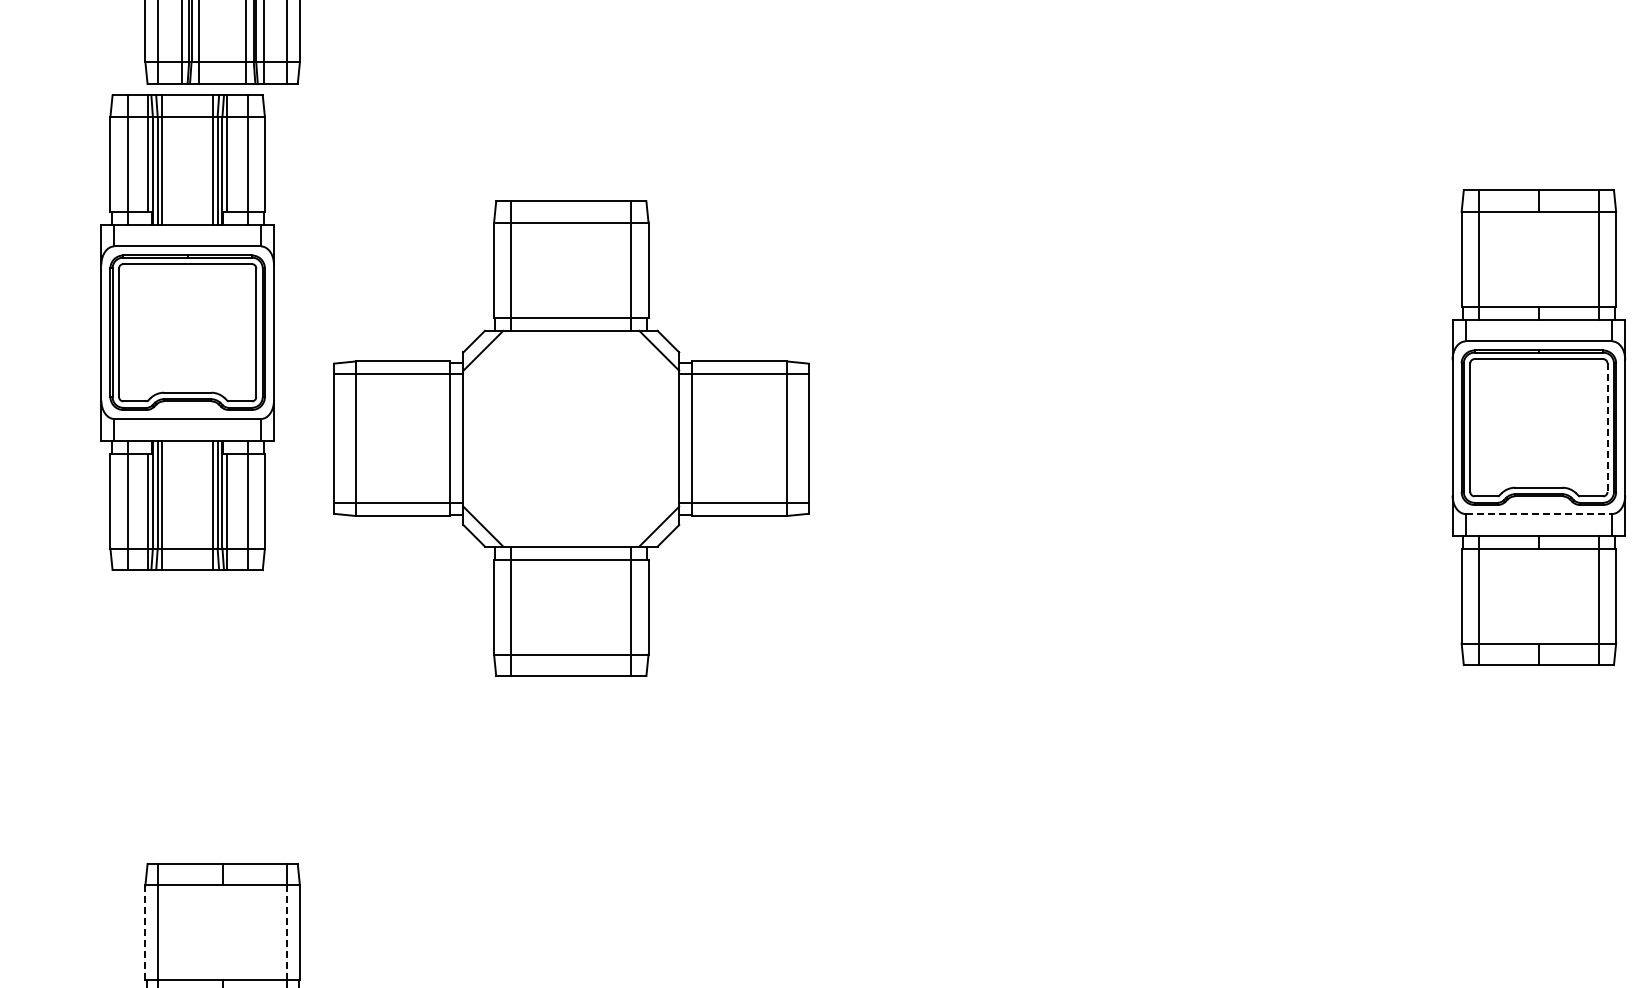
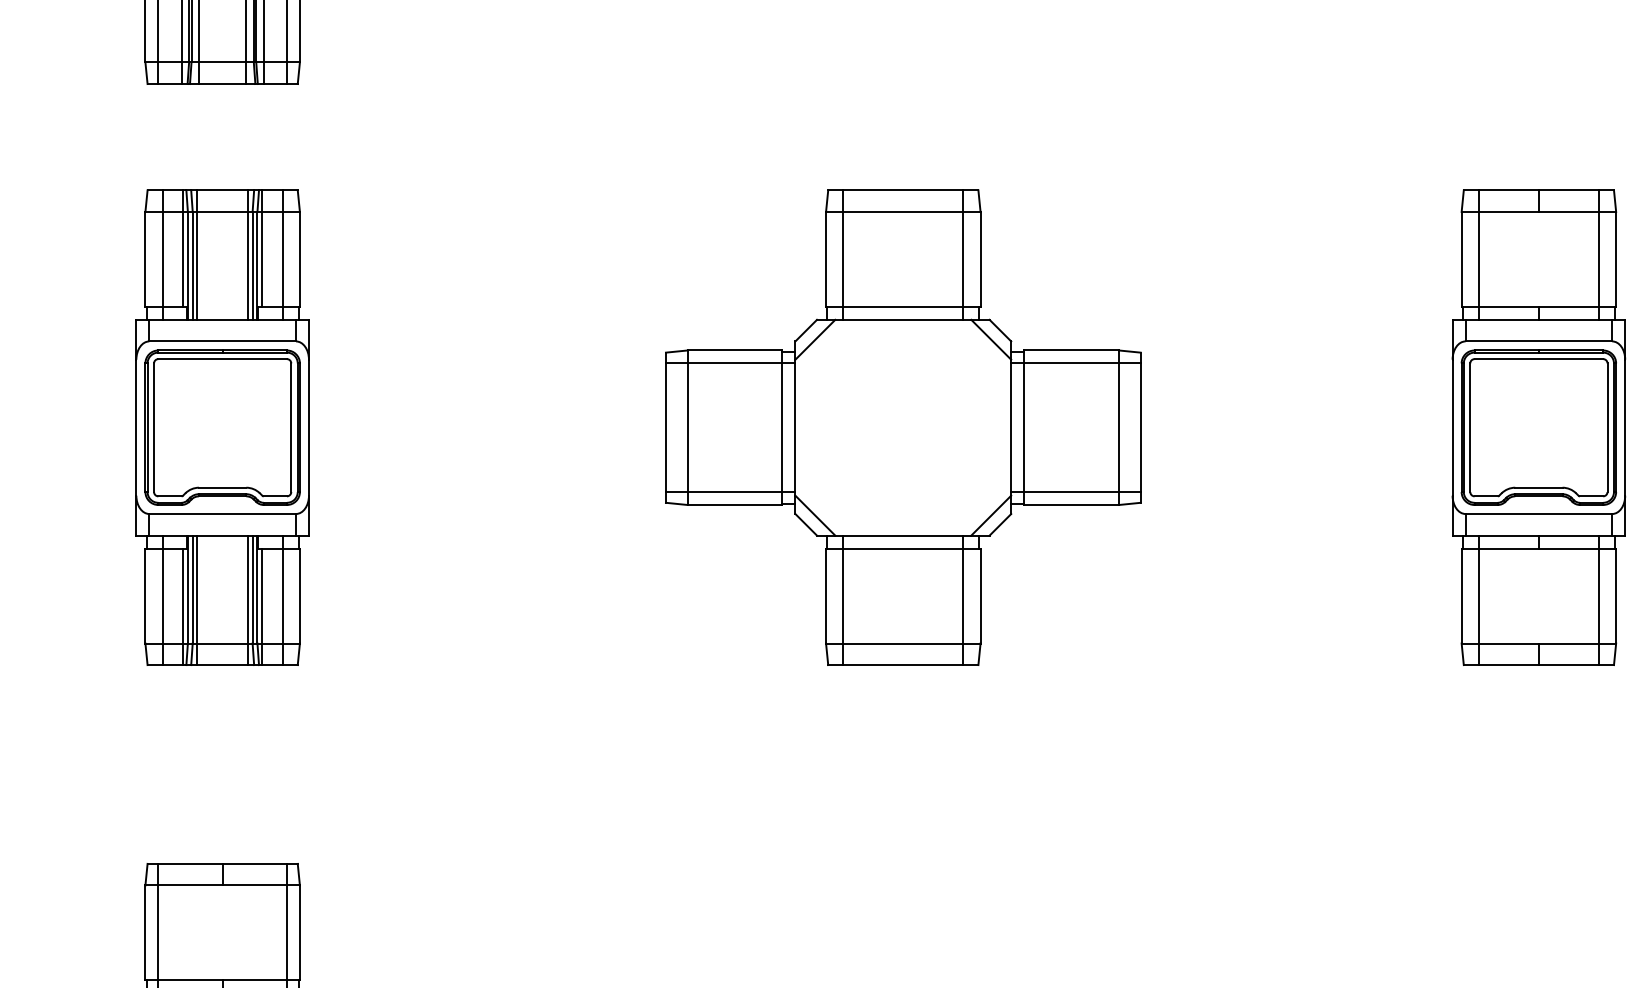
part at (187, 332) position: (187, 332) -> (222, 427)
line at (1607, 428): dashed -> solid
part at (571, 438) position: (571, 438) -> (903, 427)
line at (1539, 514): dashed -> solid
line at (145, 933): dashed -> solid
line at (286, 933): dashed -> solid
